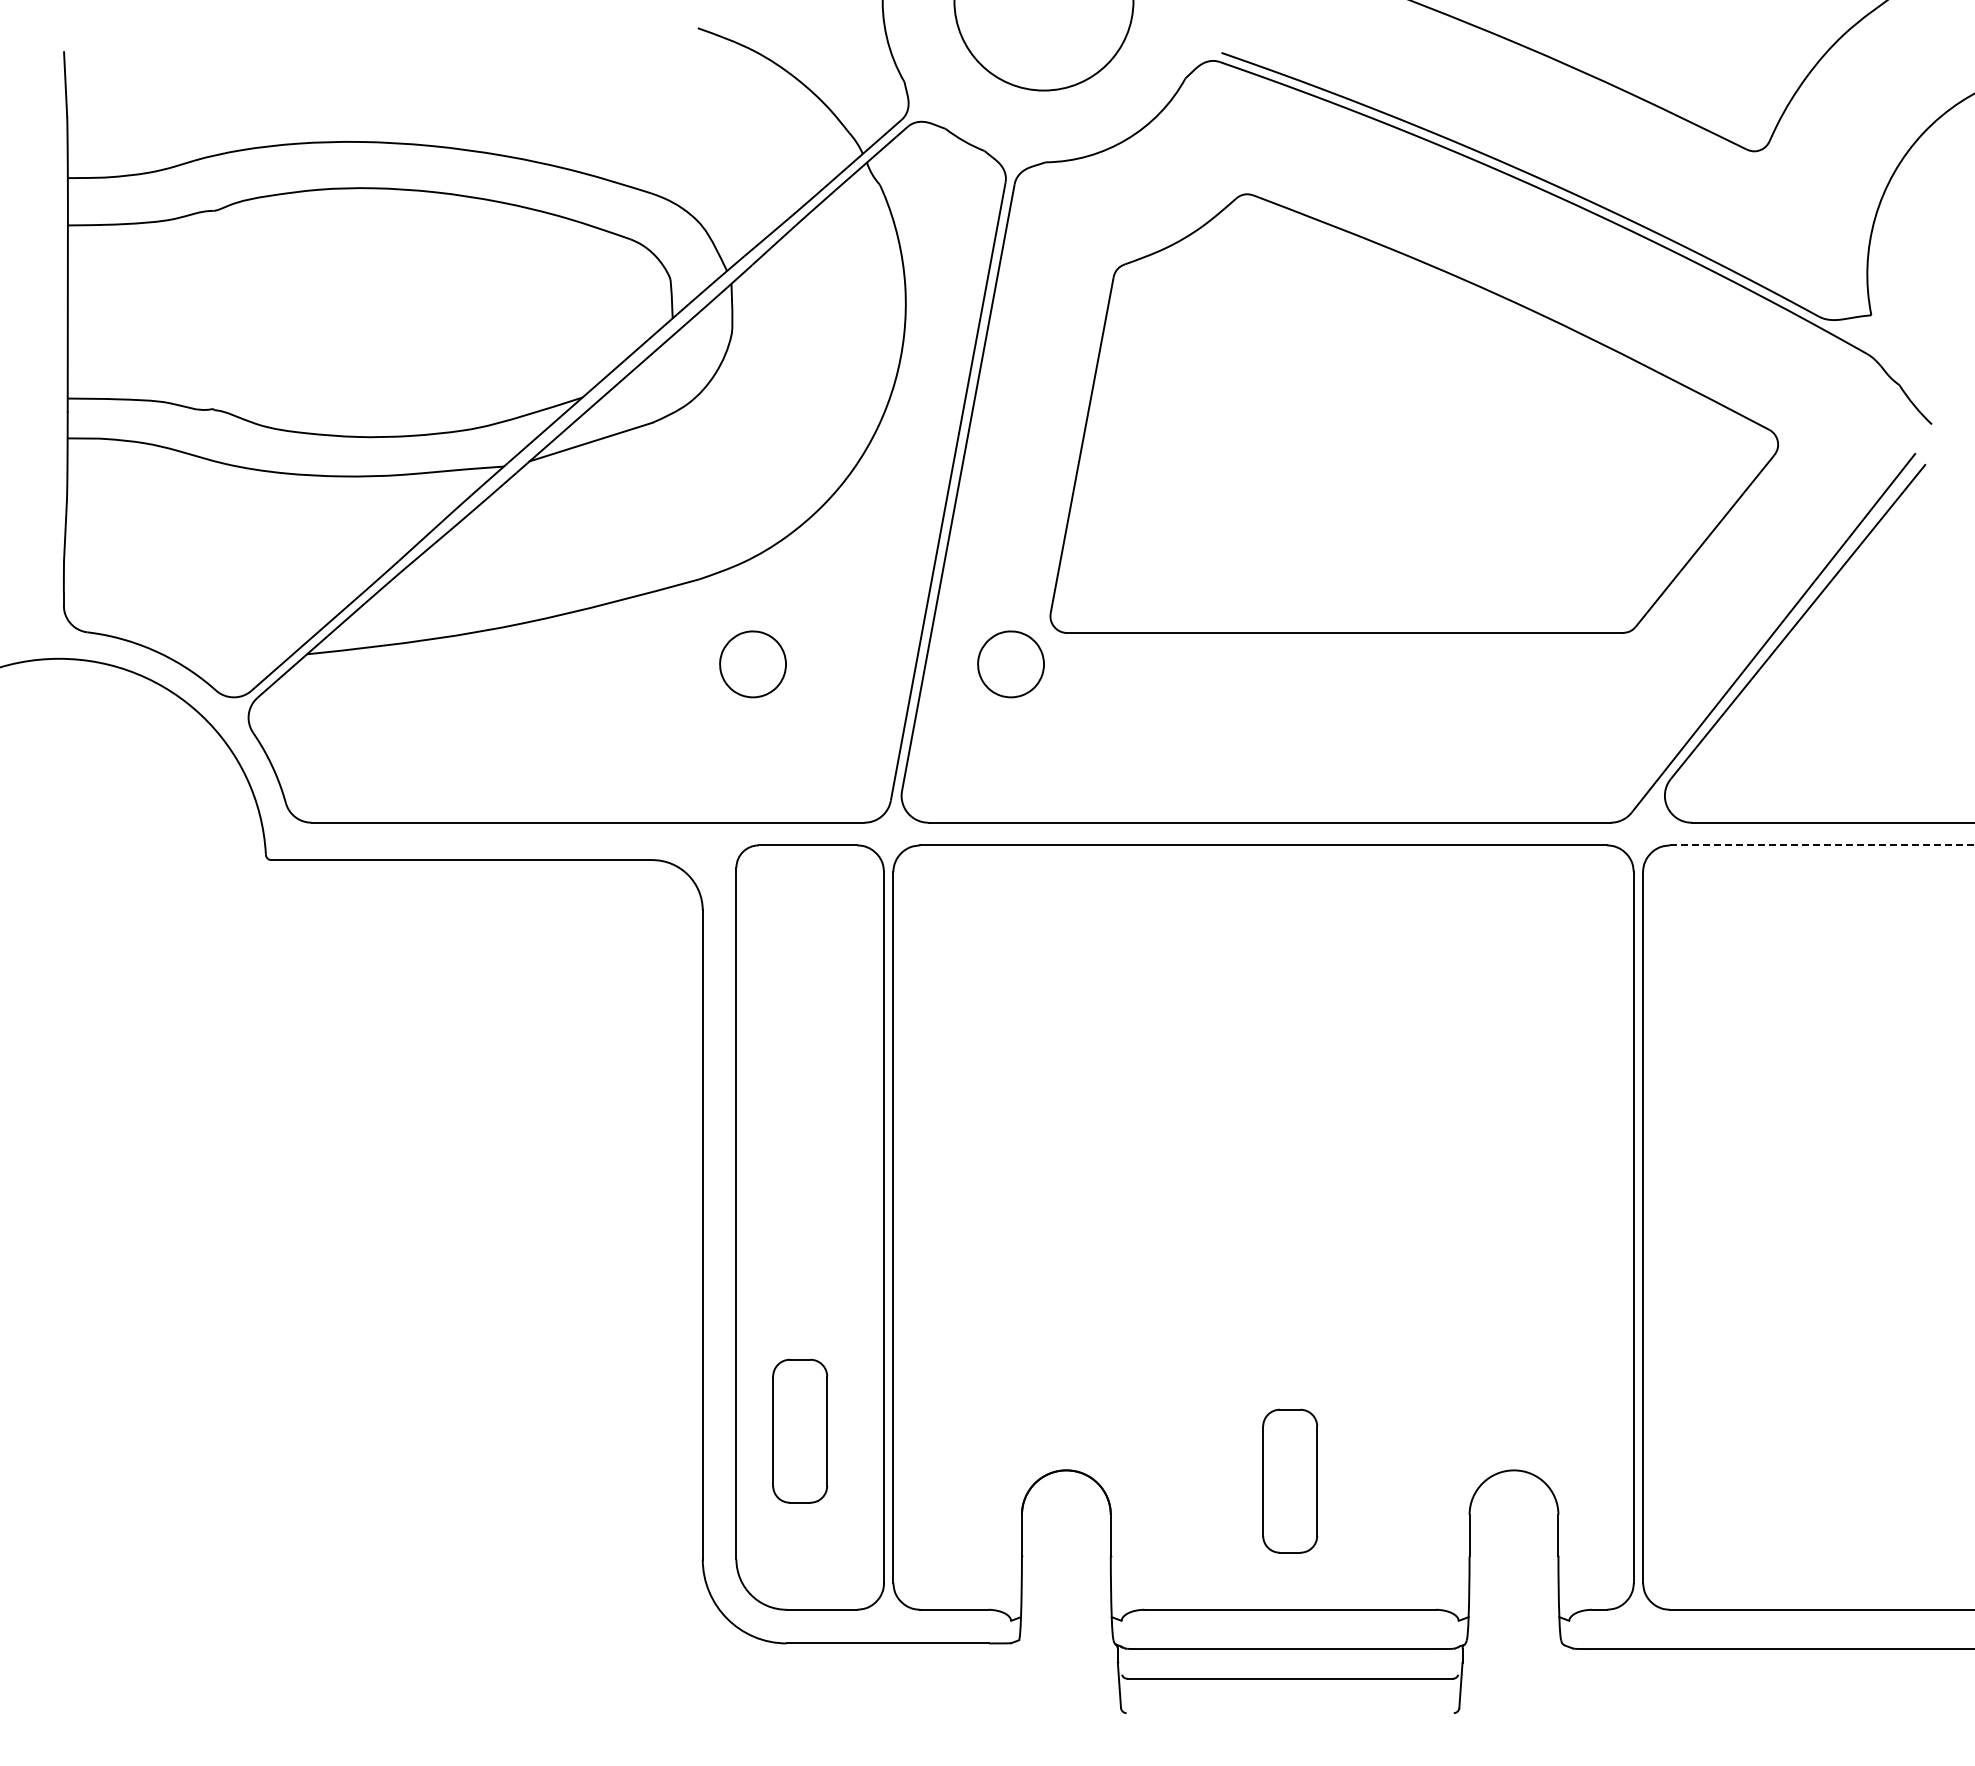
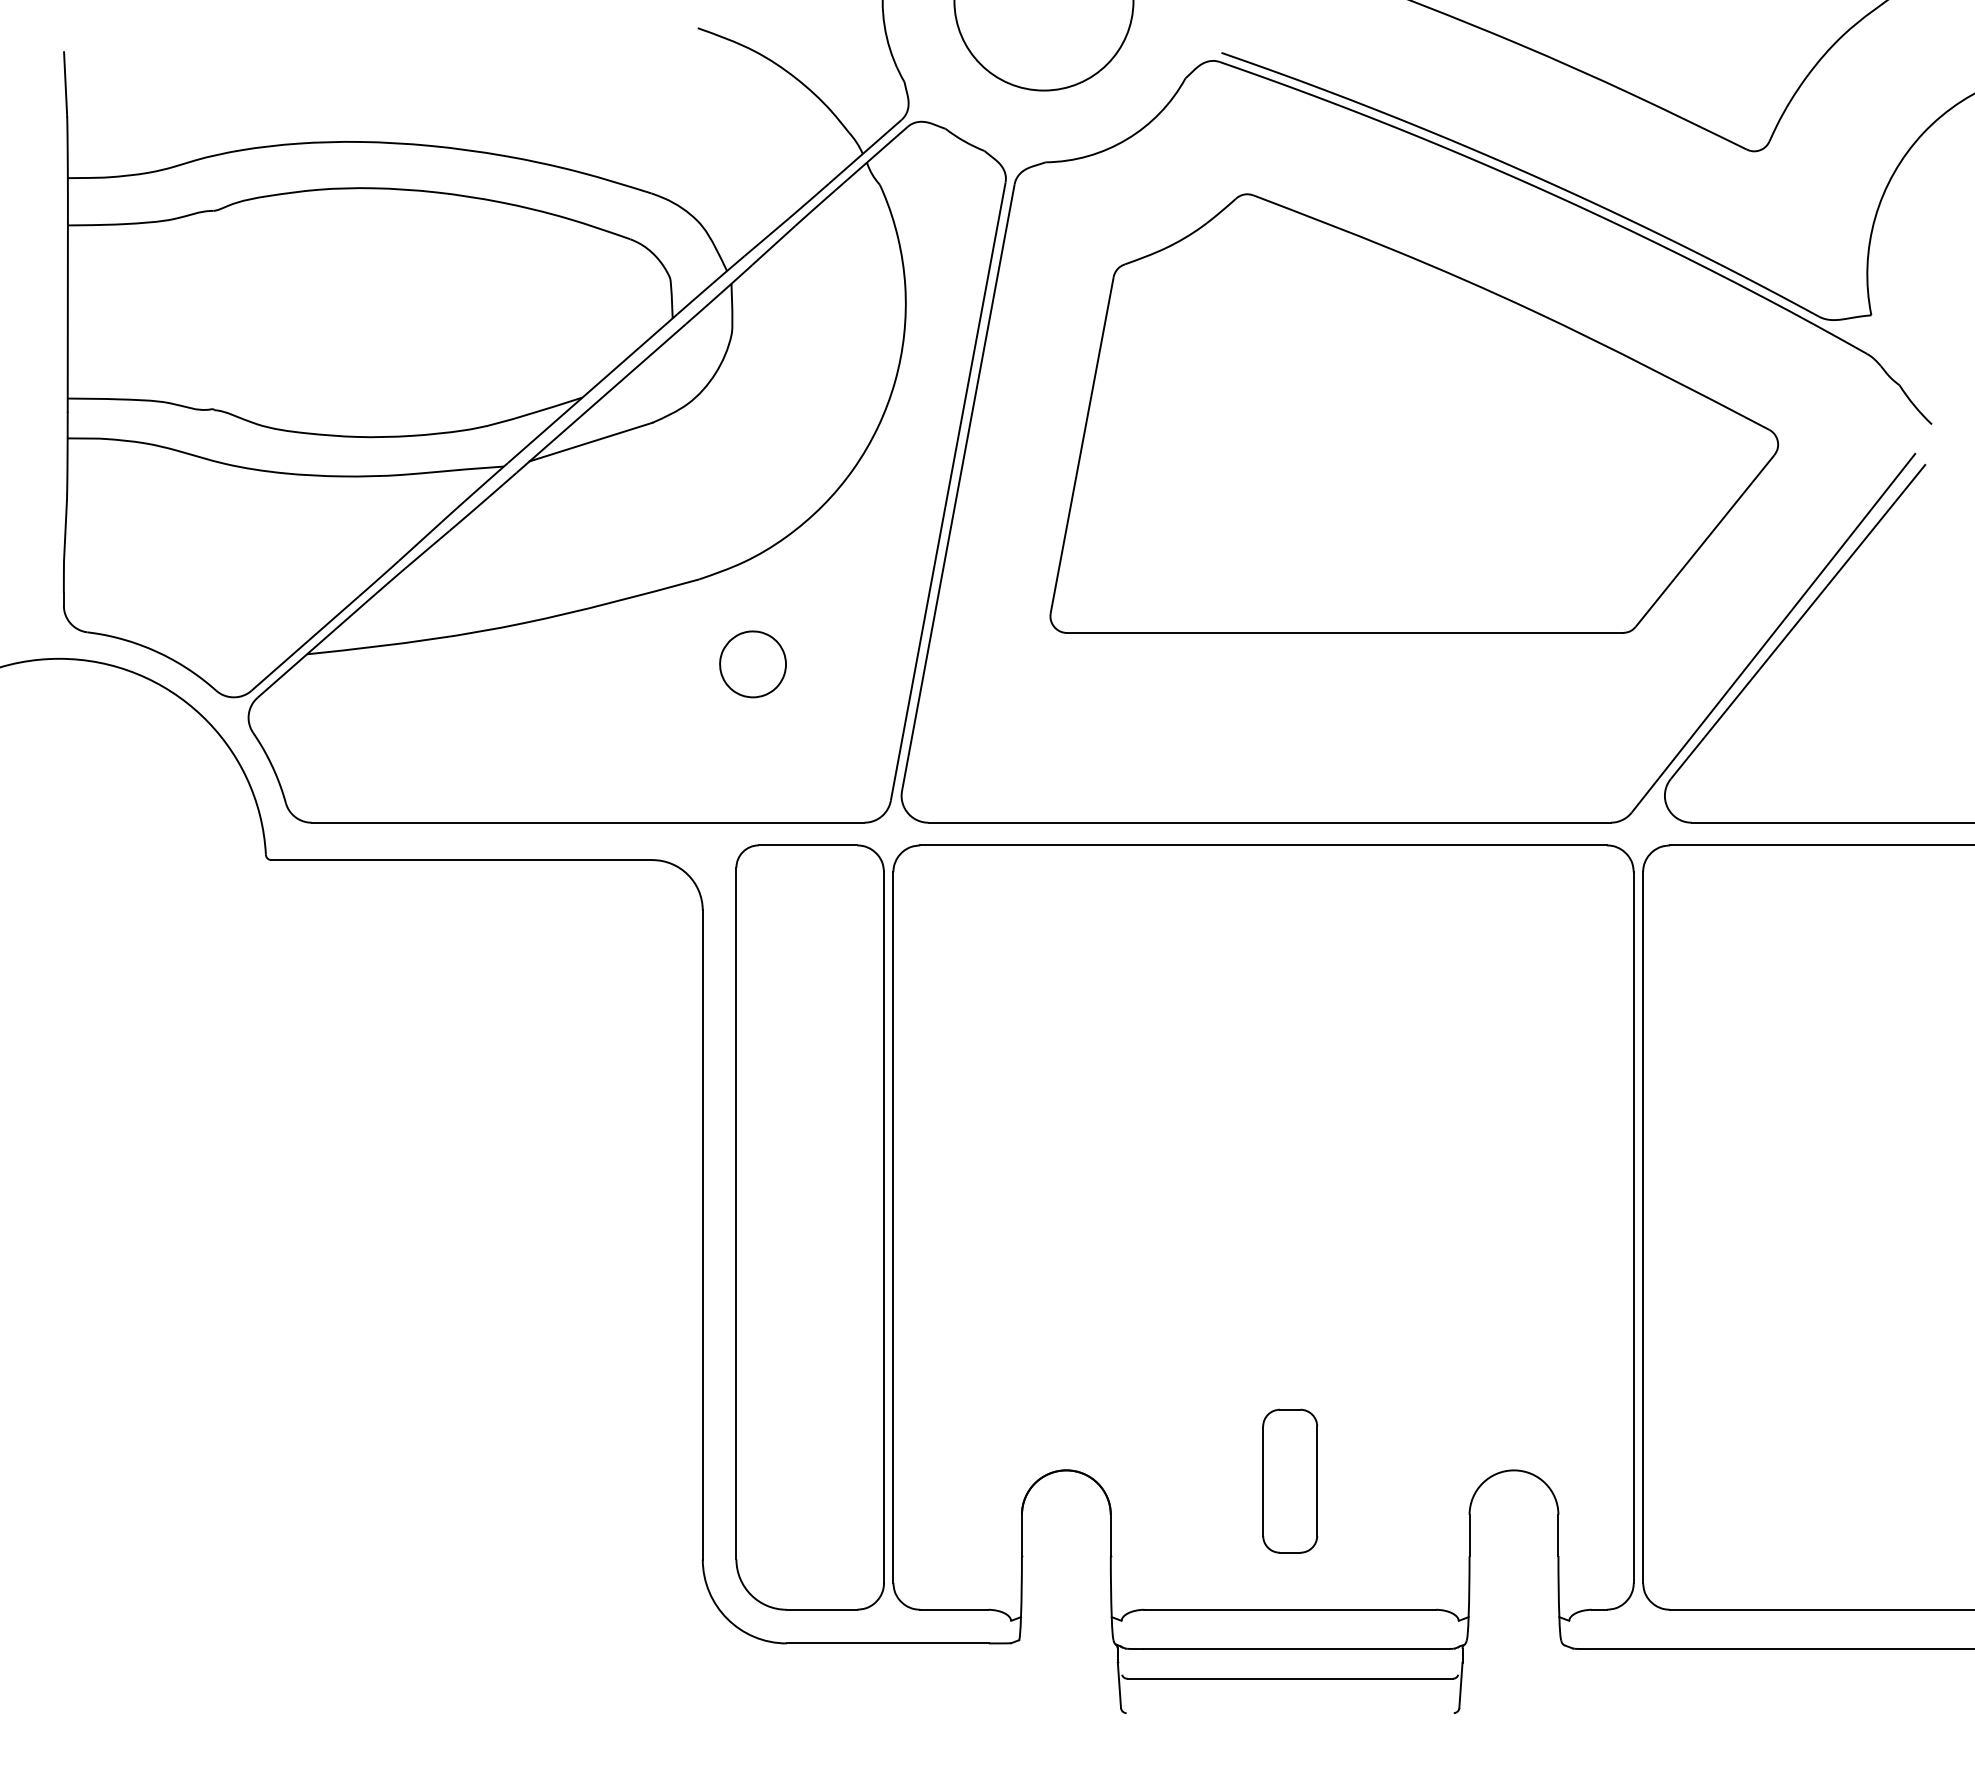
part at (1010, 664): present -> none
line at (1822, 845): dashed -> solid
part at (800, 1430): present -> none
